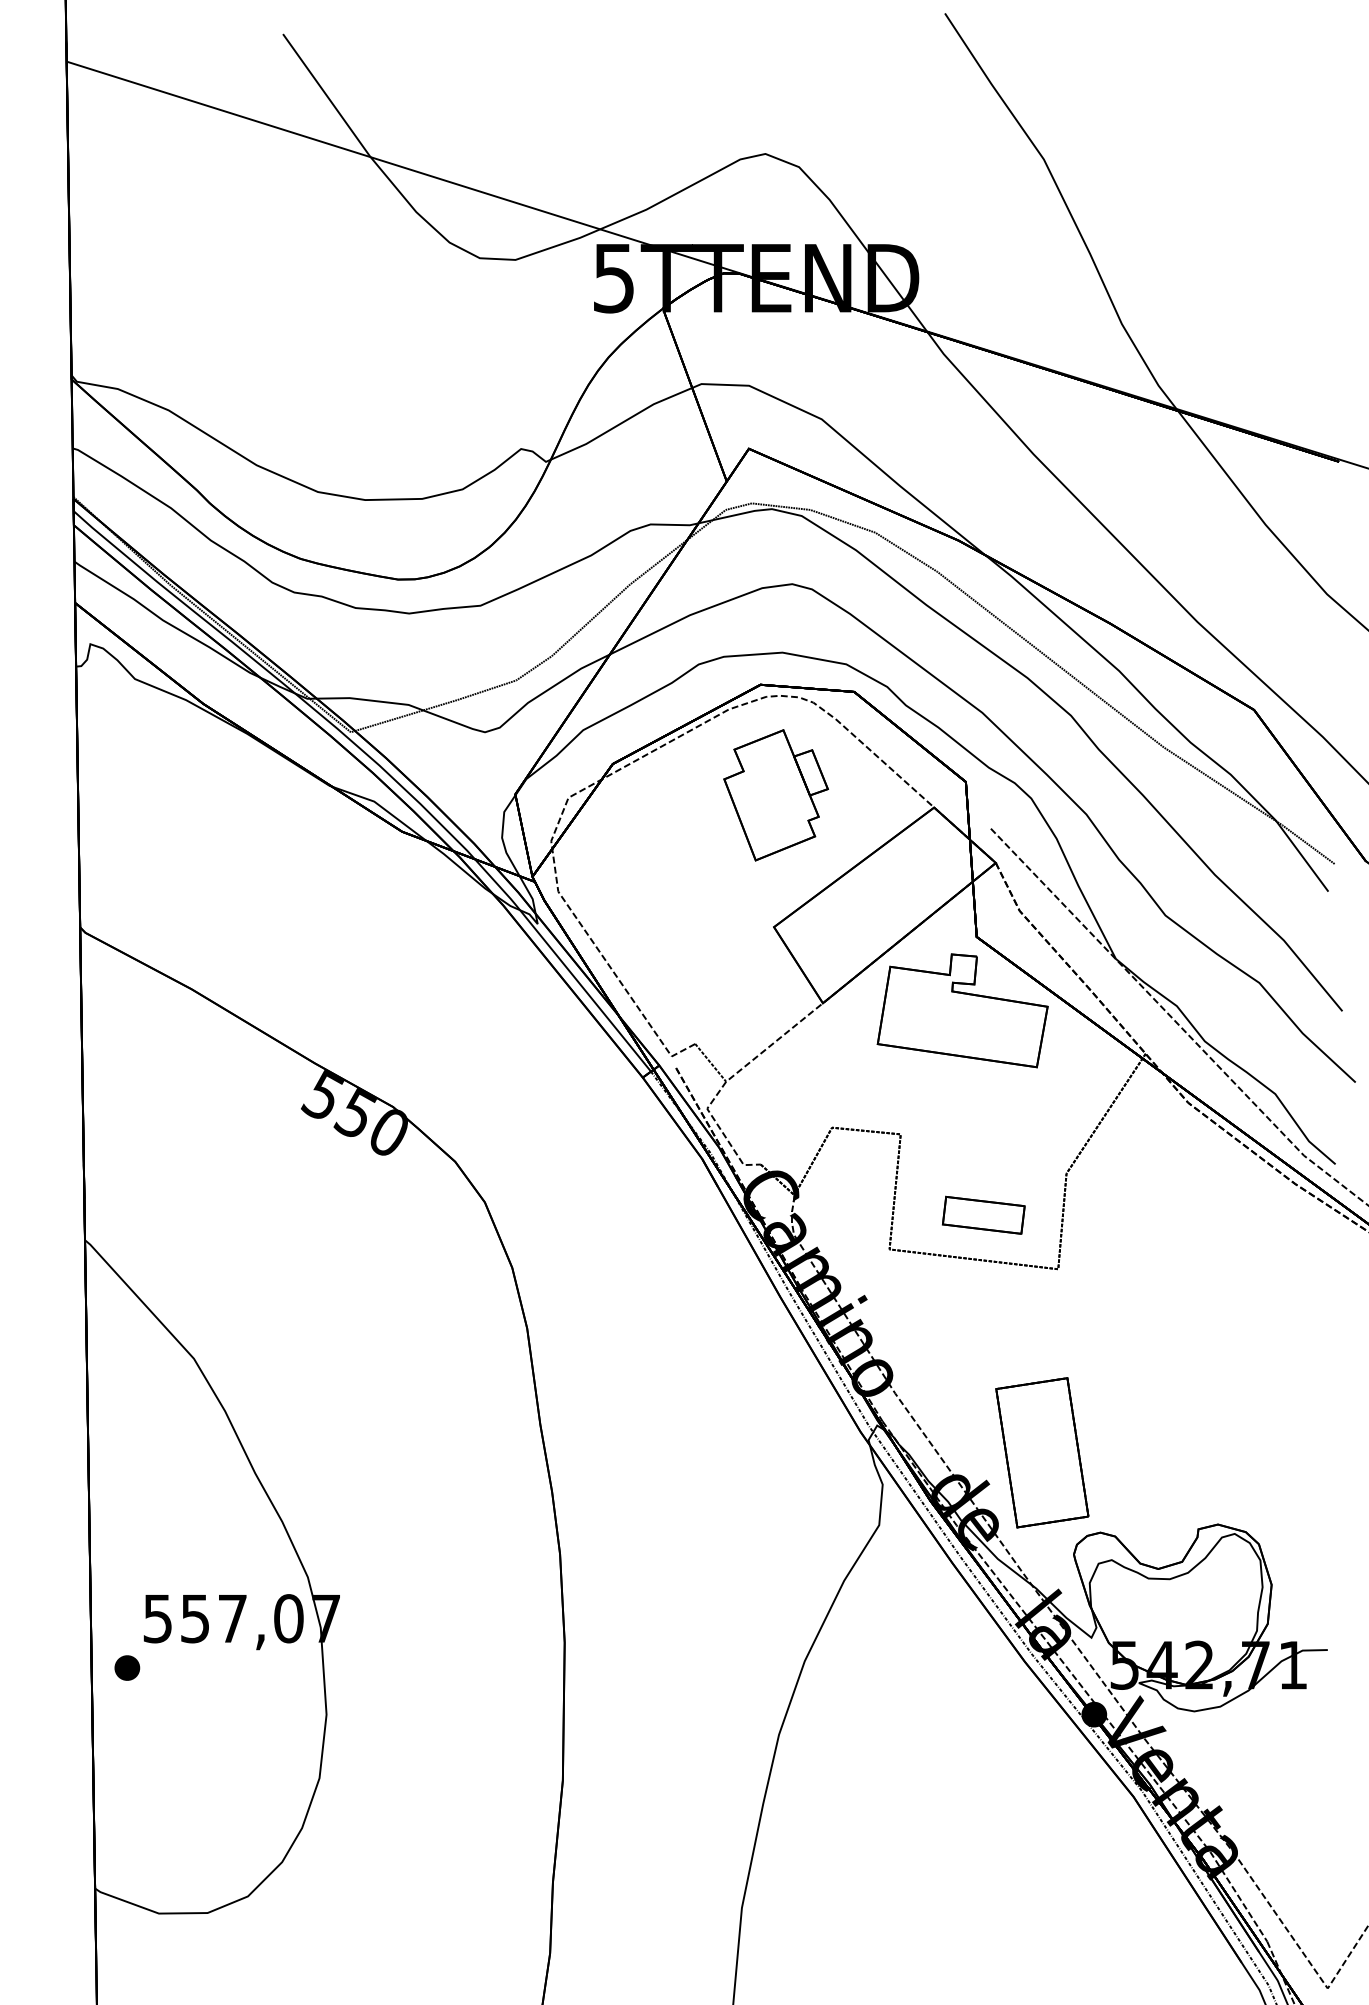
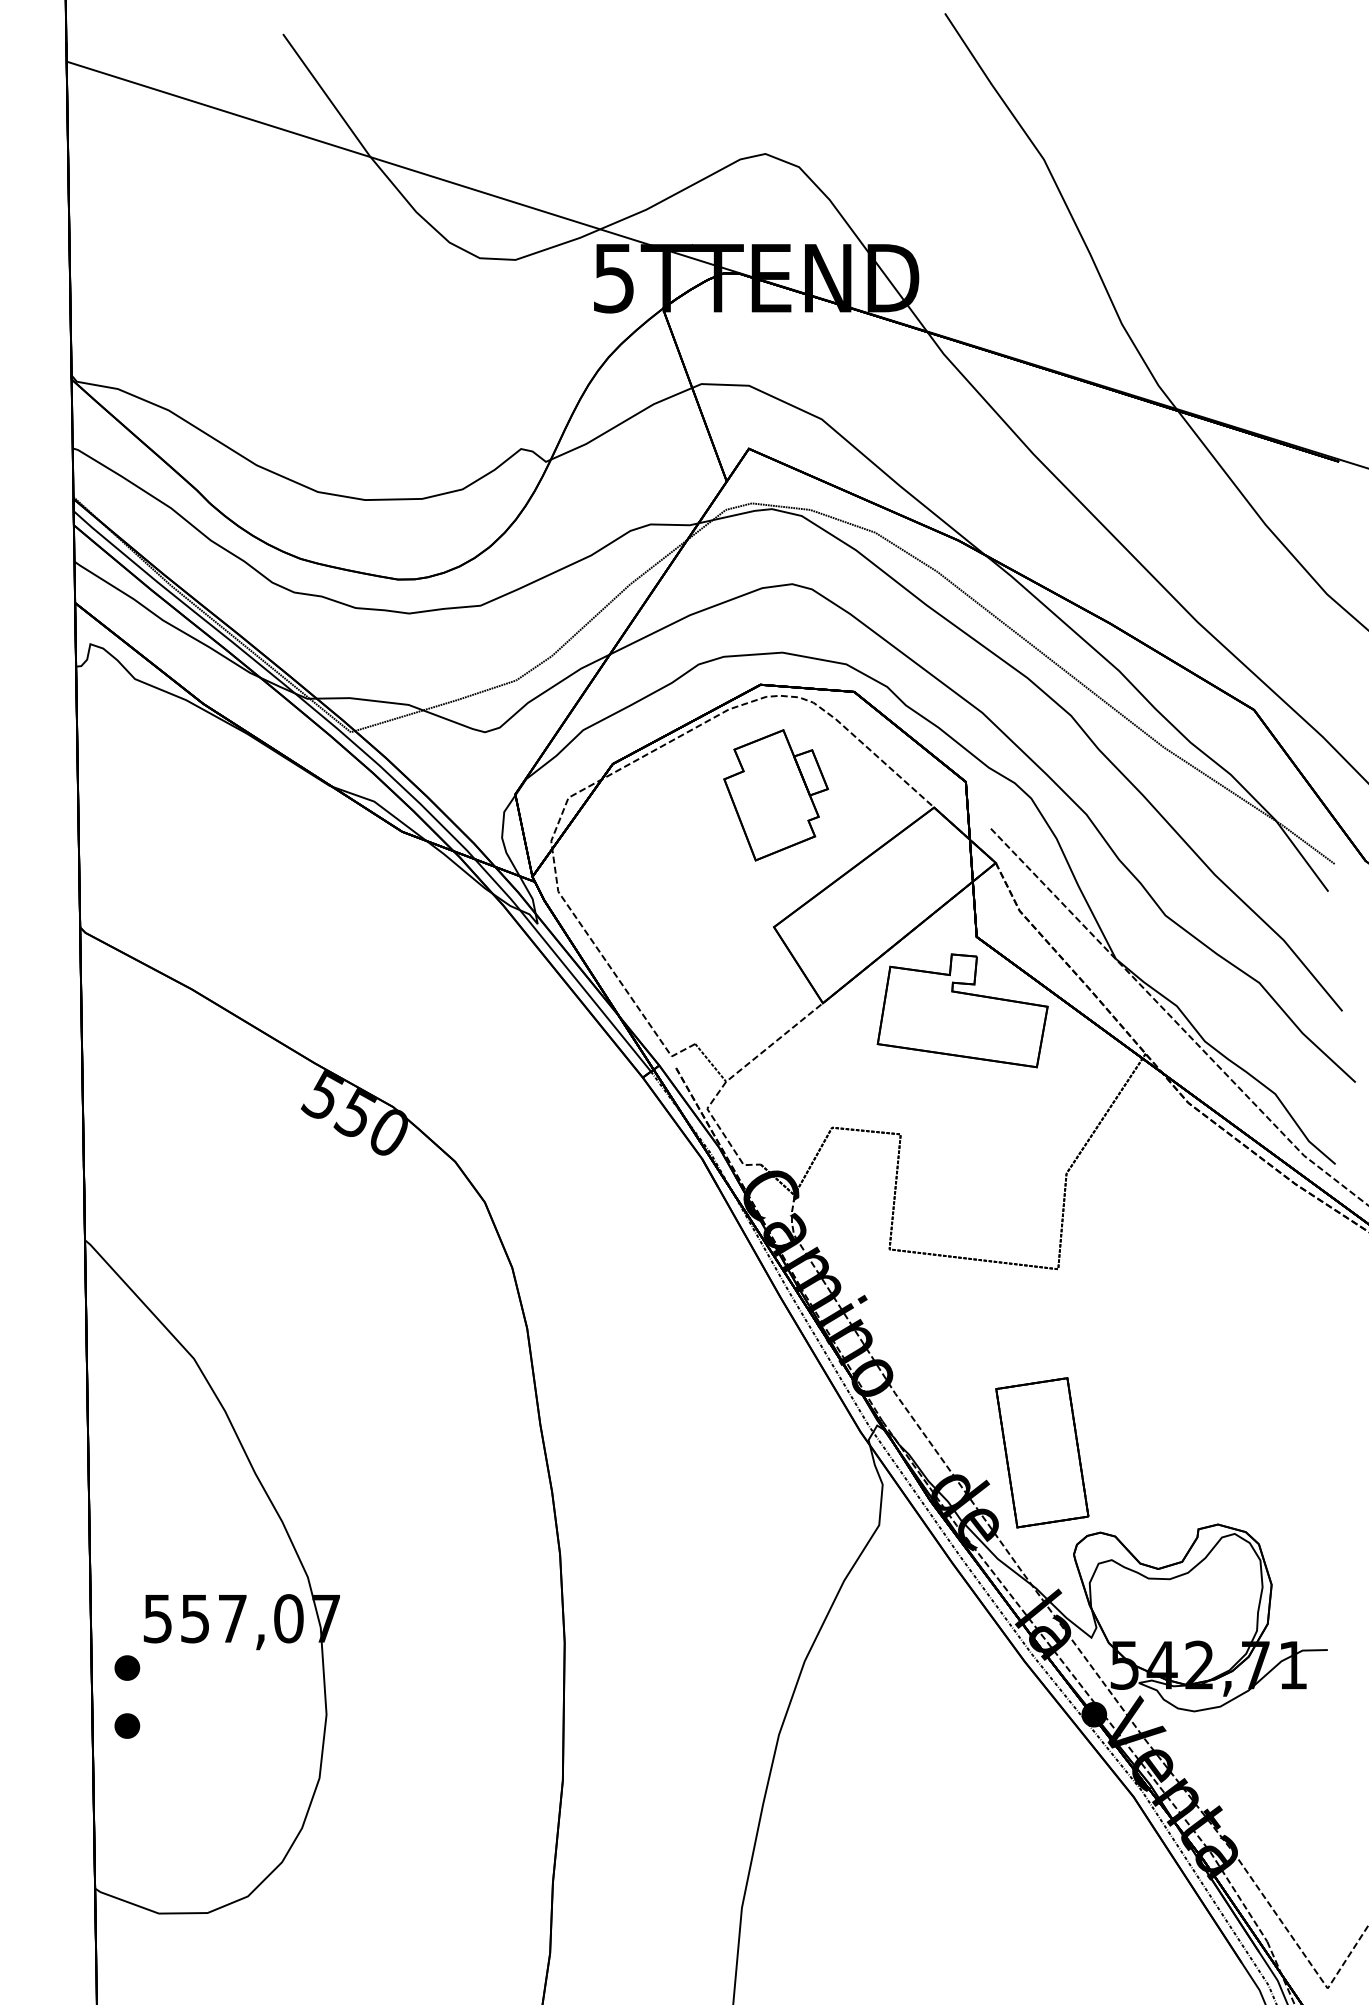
part at (983, 1214): present -> none
part at (127, 1725): none -> present
